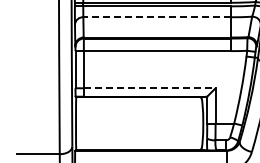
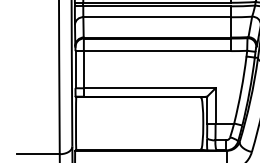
line at (156, 17): dashed -> solid
line at (149, 88): dashed -> solid
